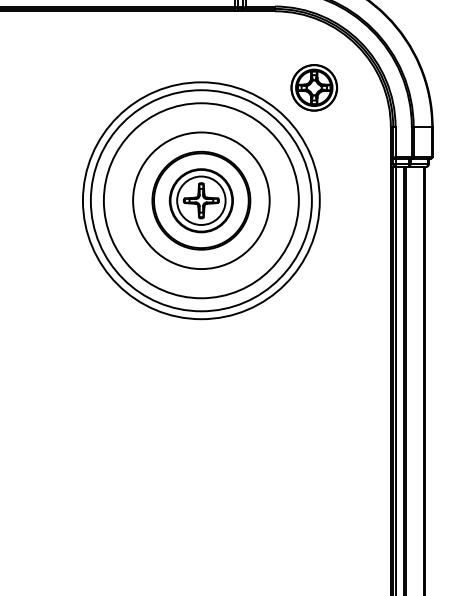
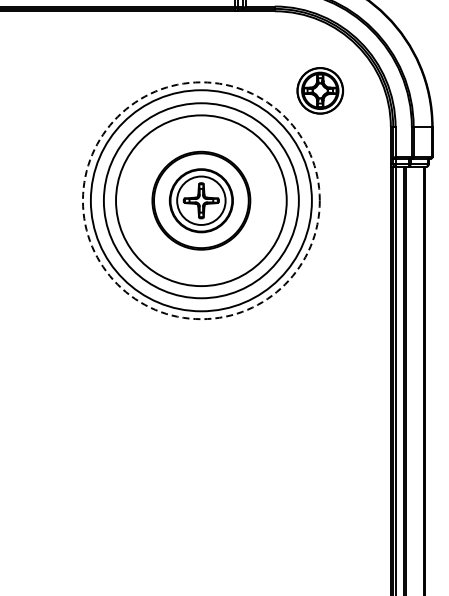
part at (314, 87) position: (314, 87) -> (320, 90)
circle at (200, 200): solid -> dashed
circle at (201, 200) diameter: 137 px -> 171 px
